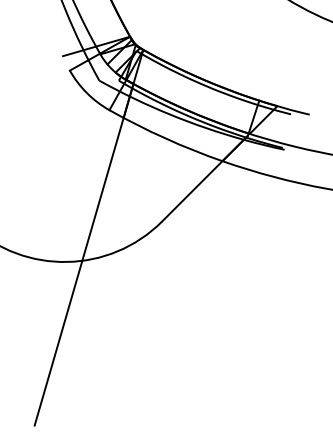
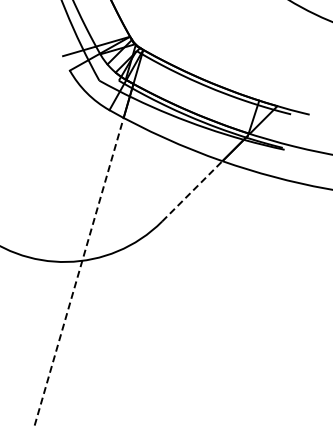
line at (192, 191): solid -> dashed
line at (79, 271): solid -> dashed
